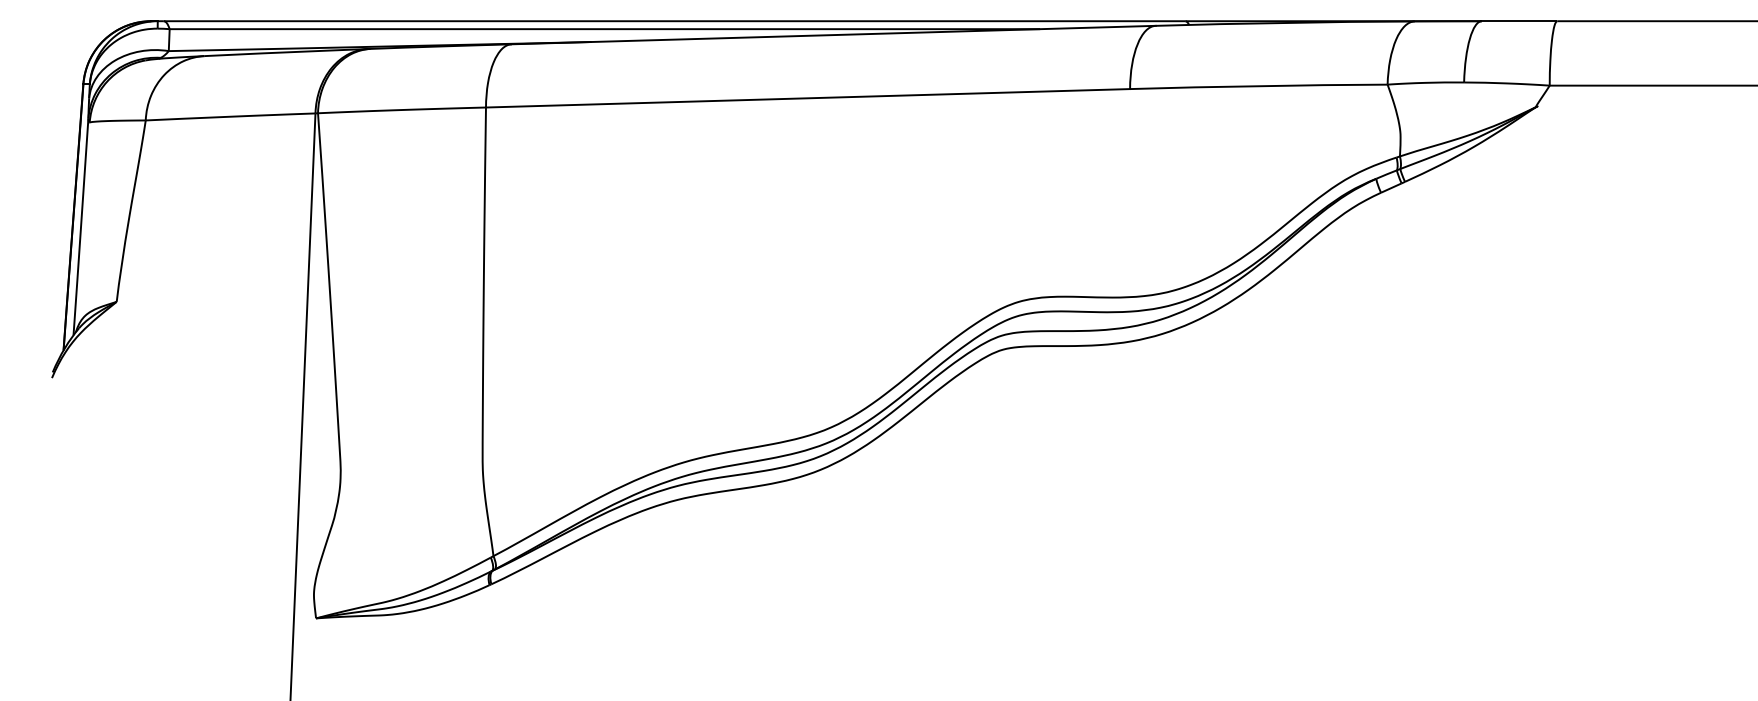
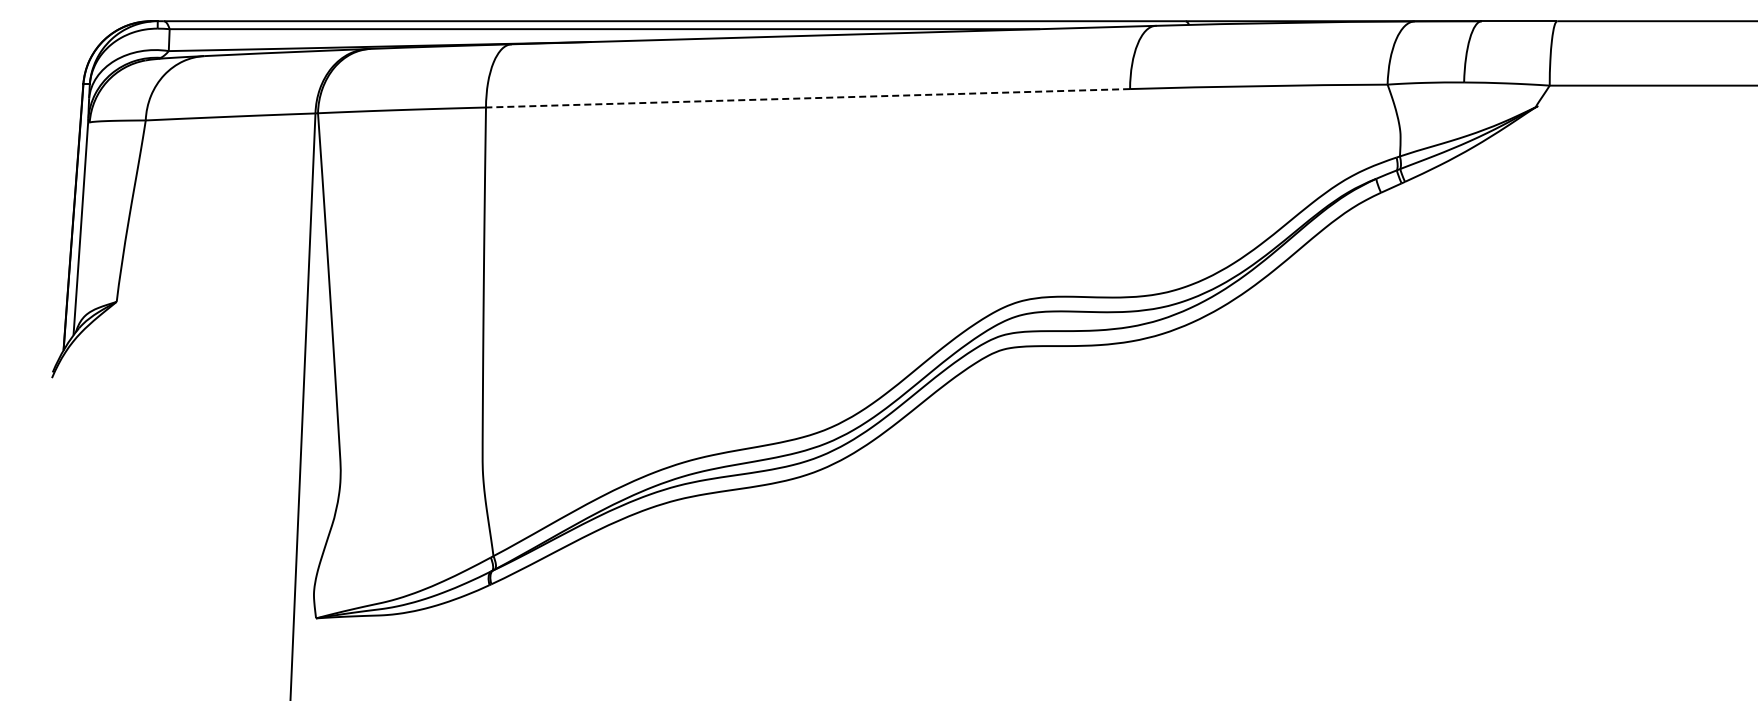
line at (807, 98): solid -> dashed
